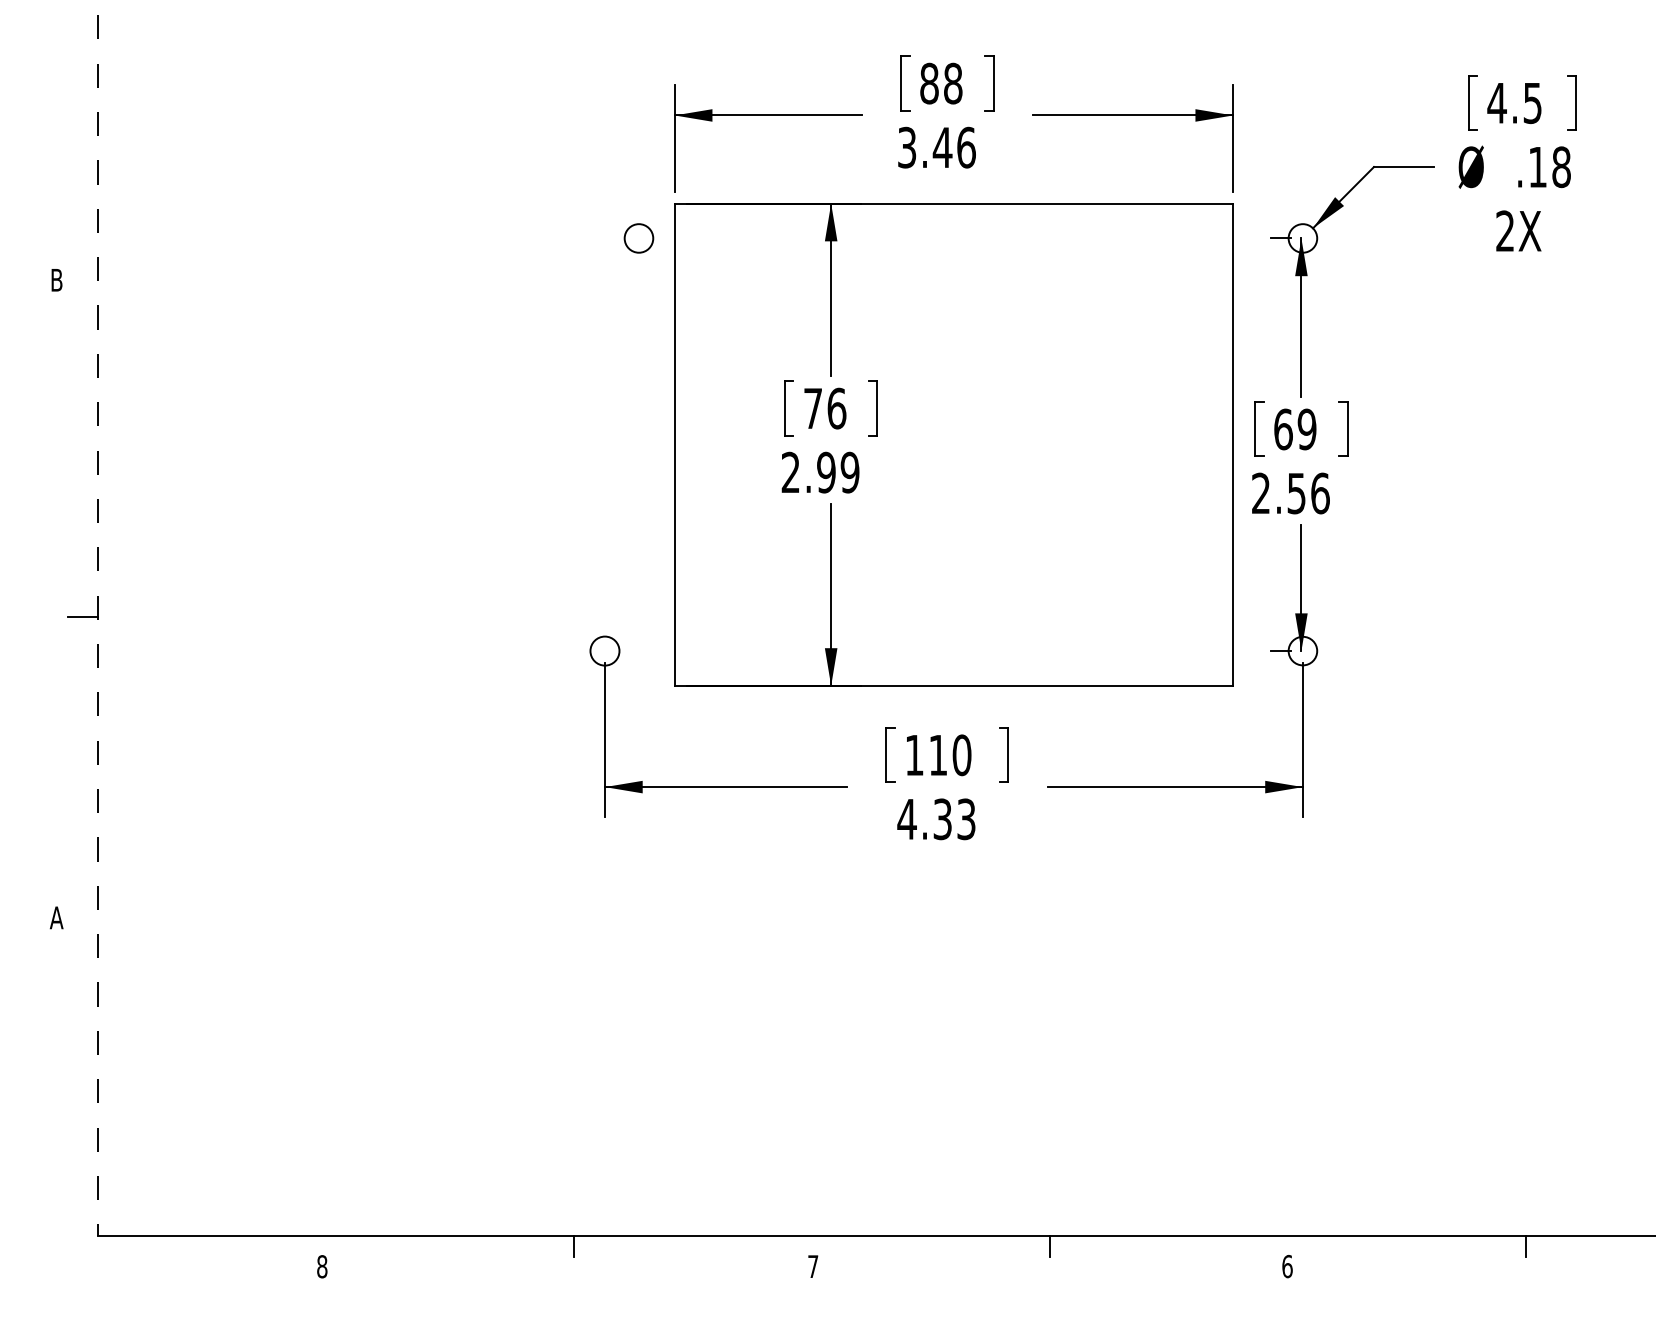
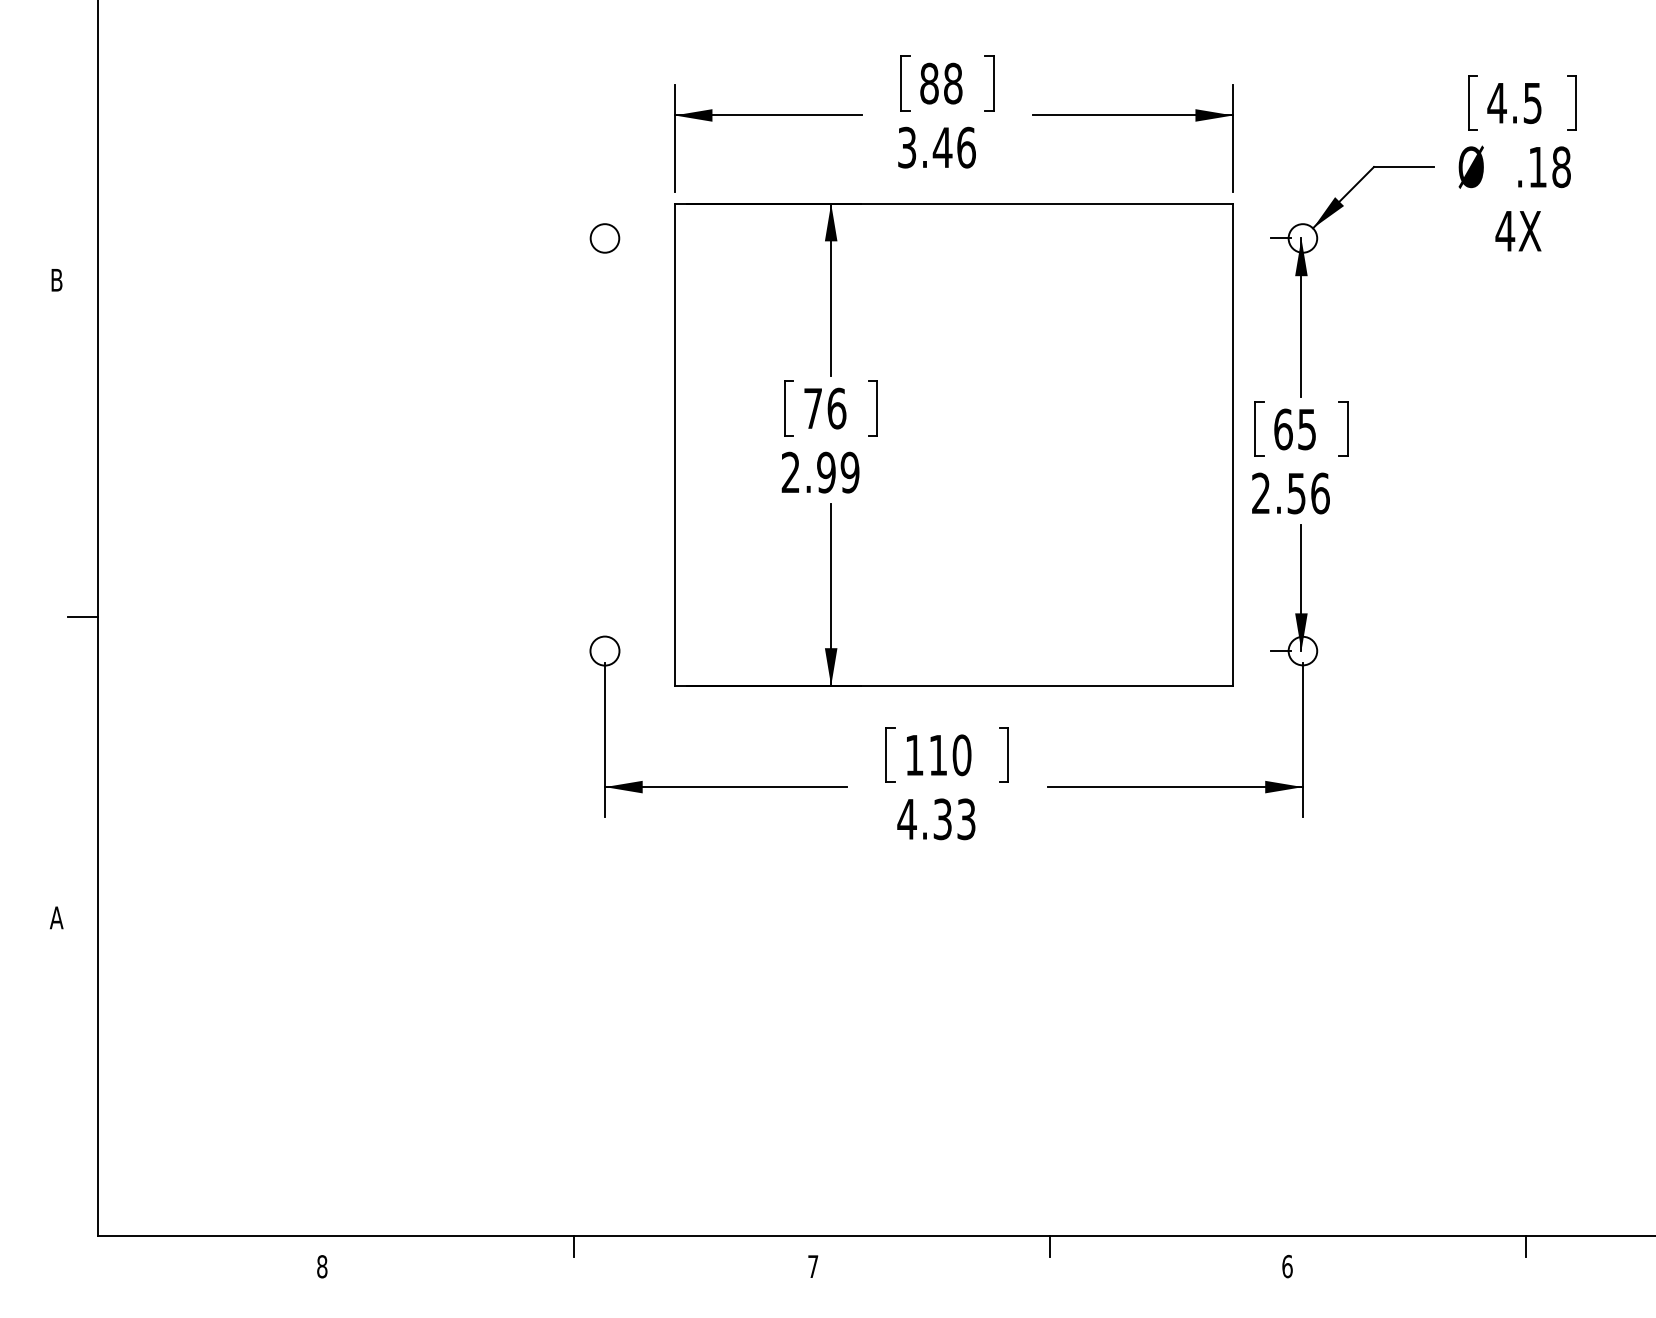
text at (1505, 230): 2X -> 4X
circle at (638, 238) position: (638, 238) -> (604, 238)
text at (1306, 429): 69 -> 65
line at (97, 618): dashed -> solid
